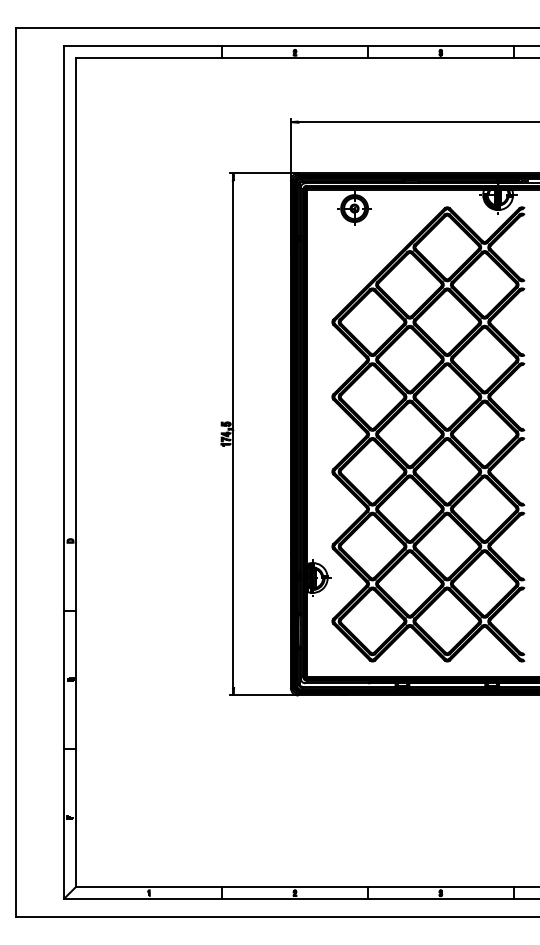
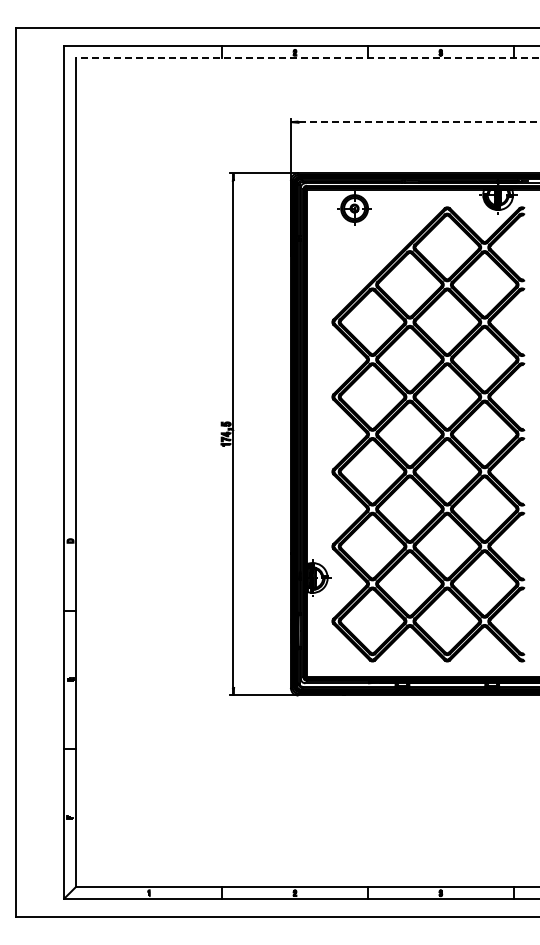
line at (307, 58): solid -> dashed
line at (419, 122): solid -> dashed
